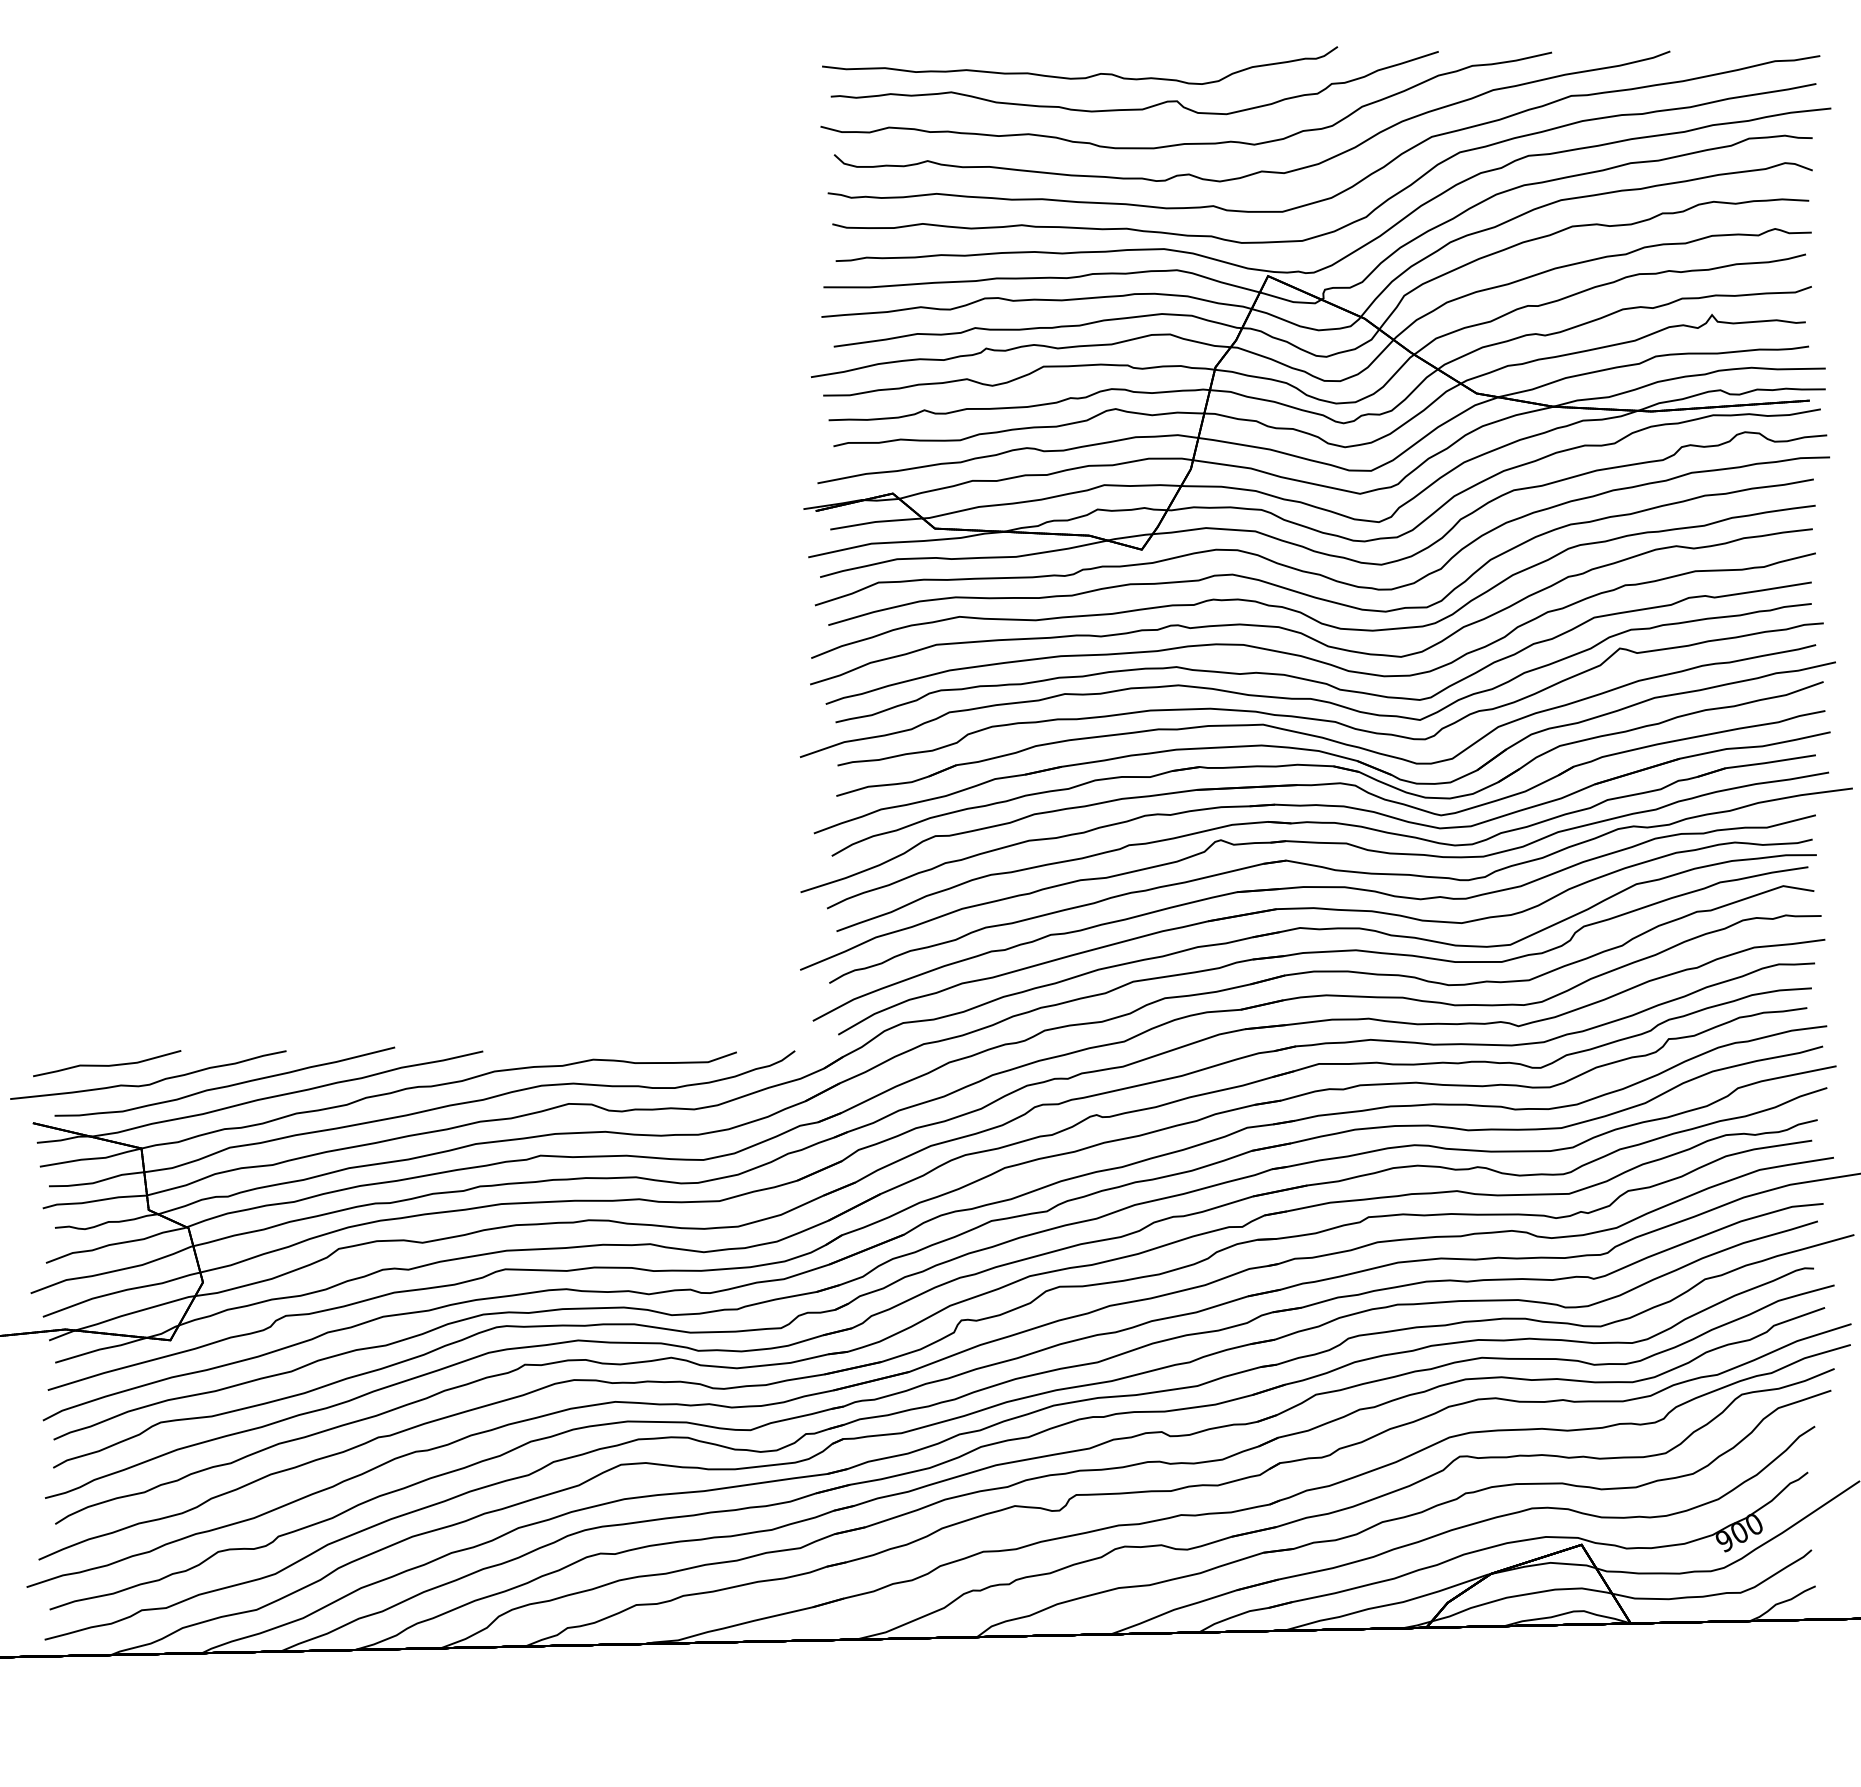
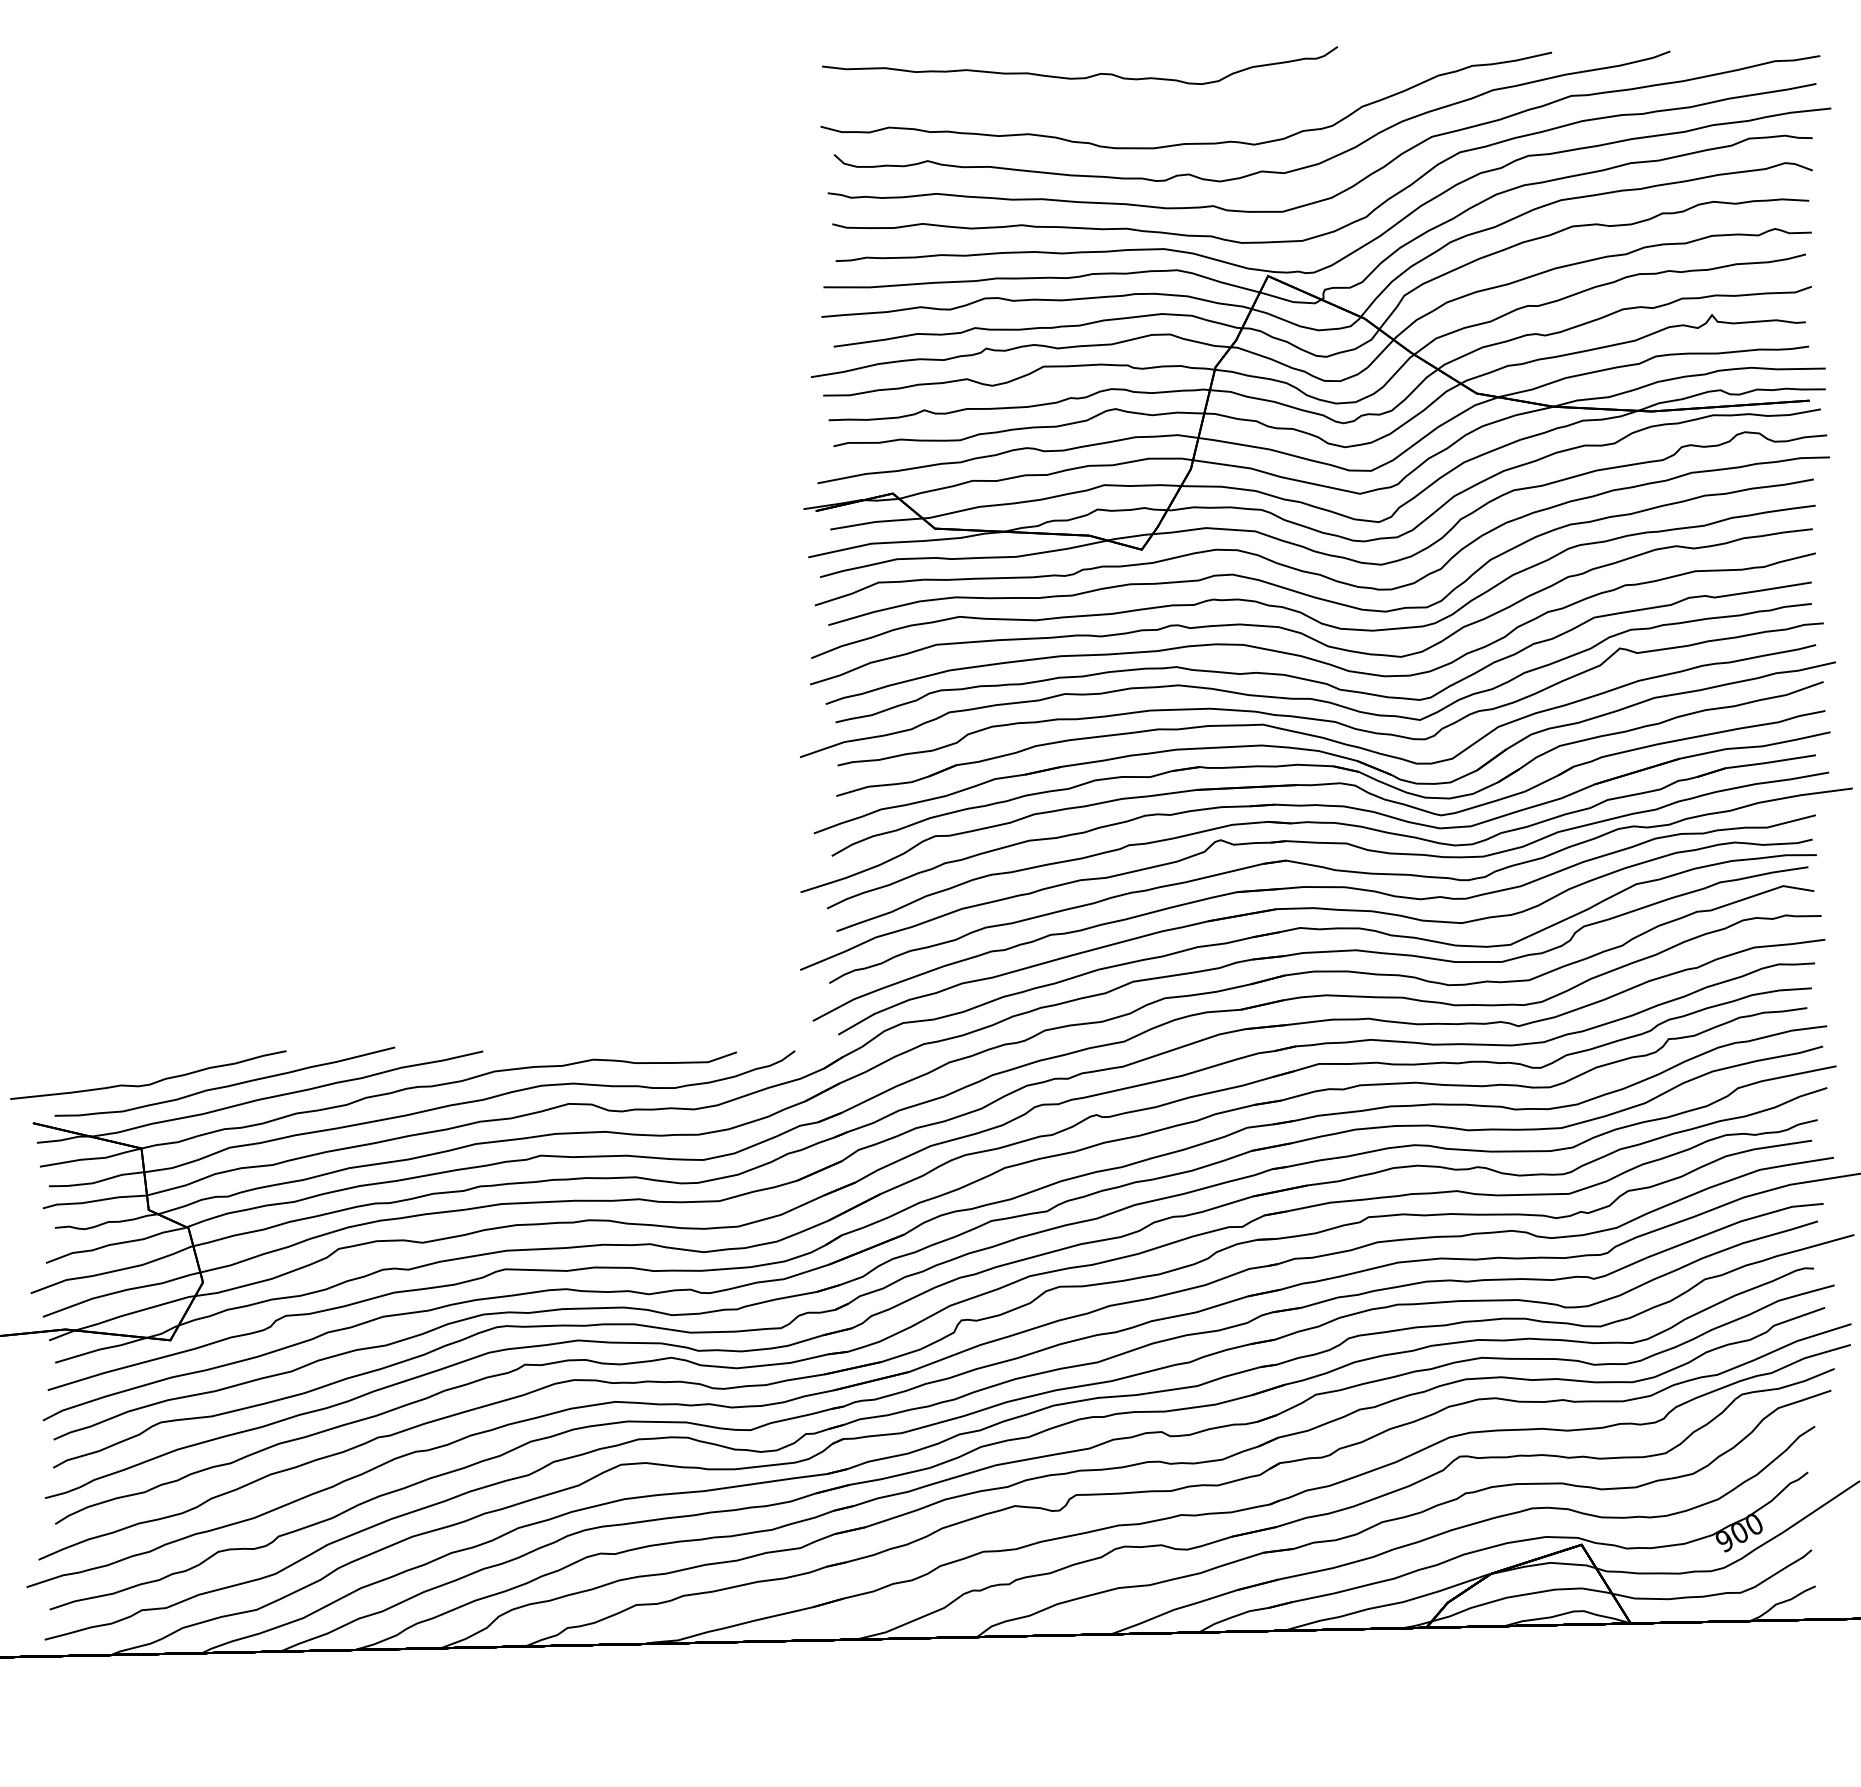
curve at (1134, 108): present -> none
curve at (107, 1065): present -> none
